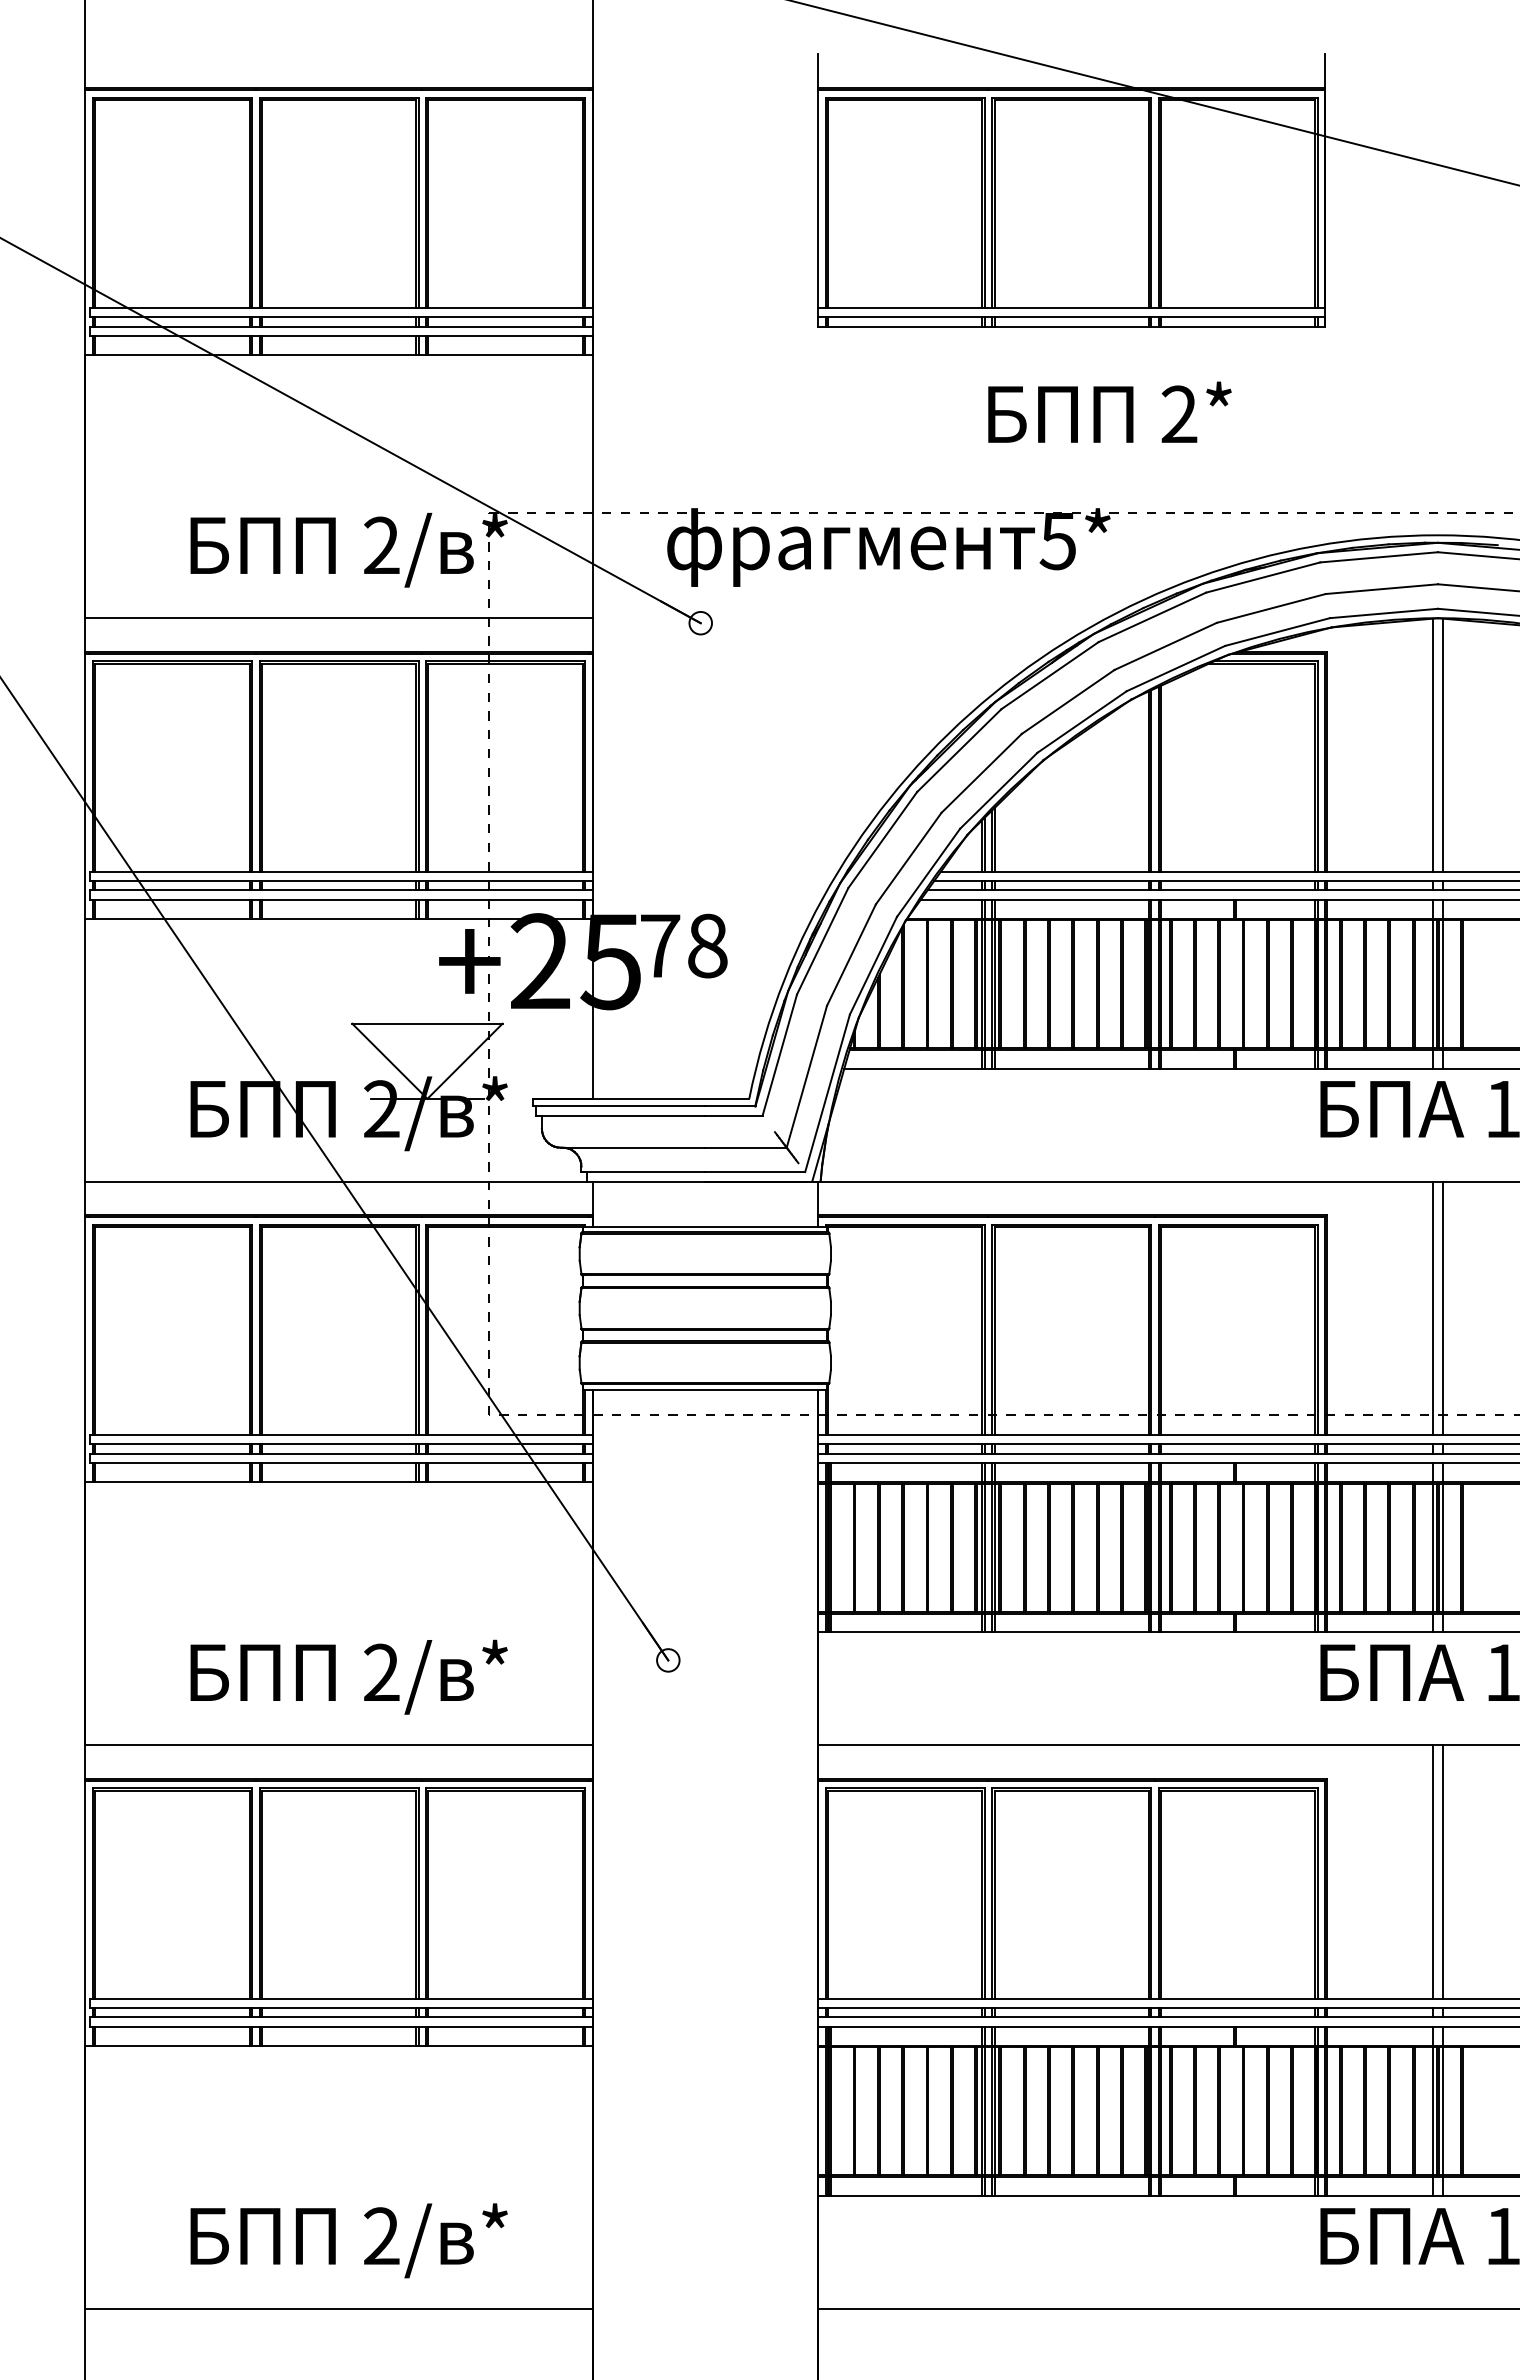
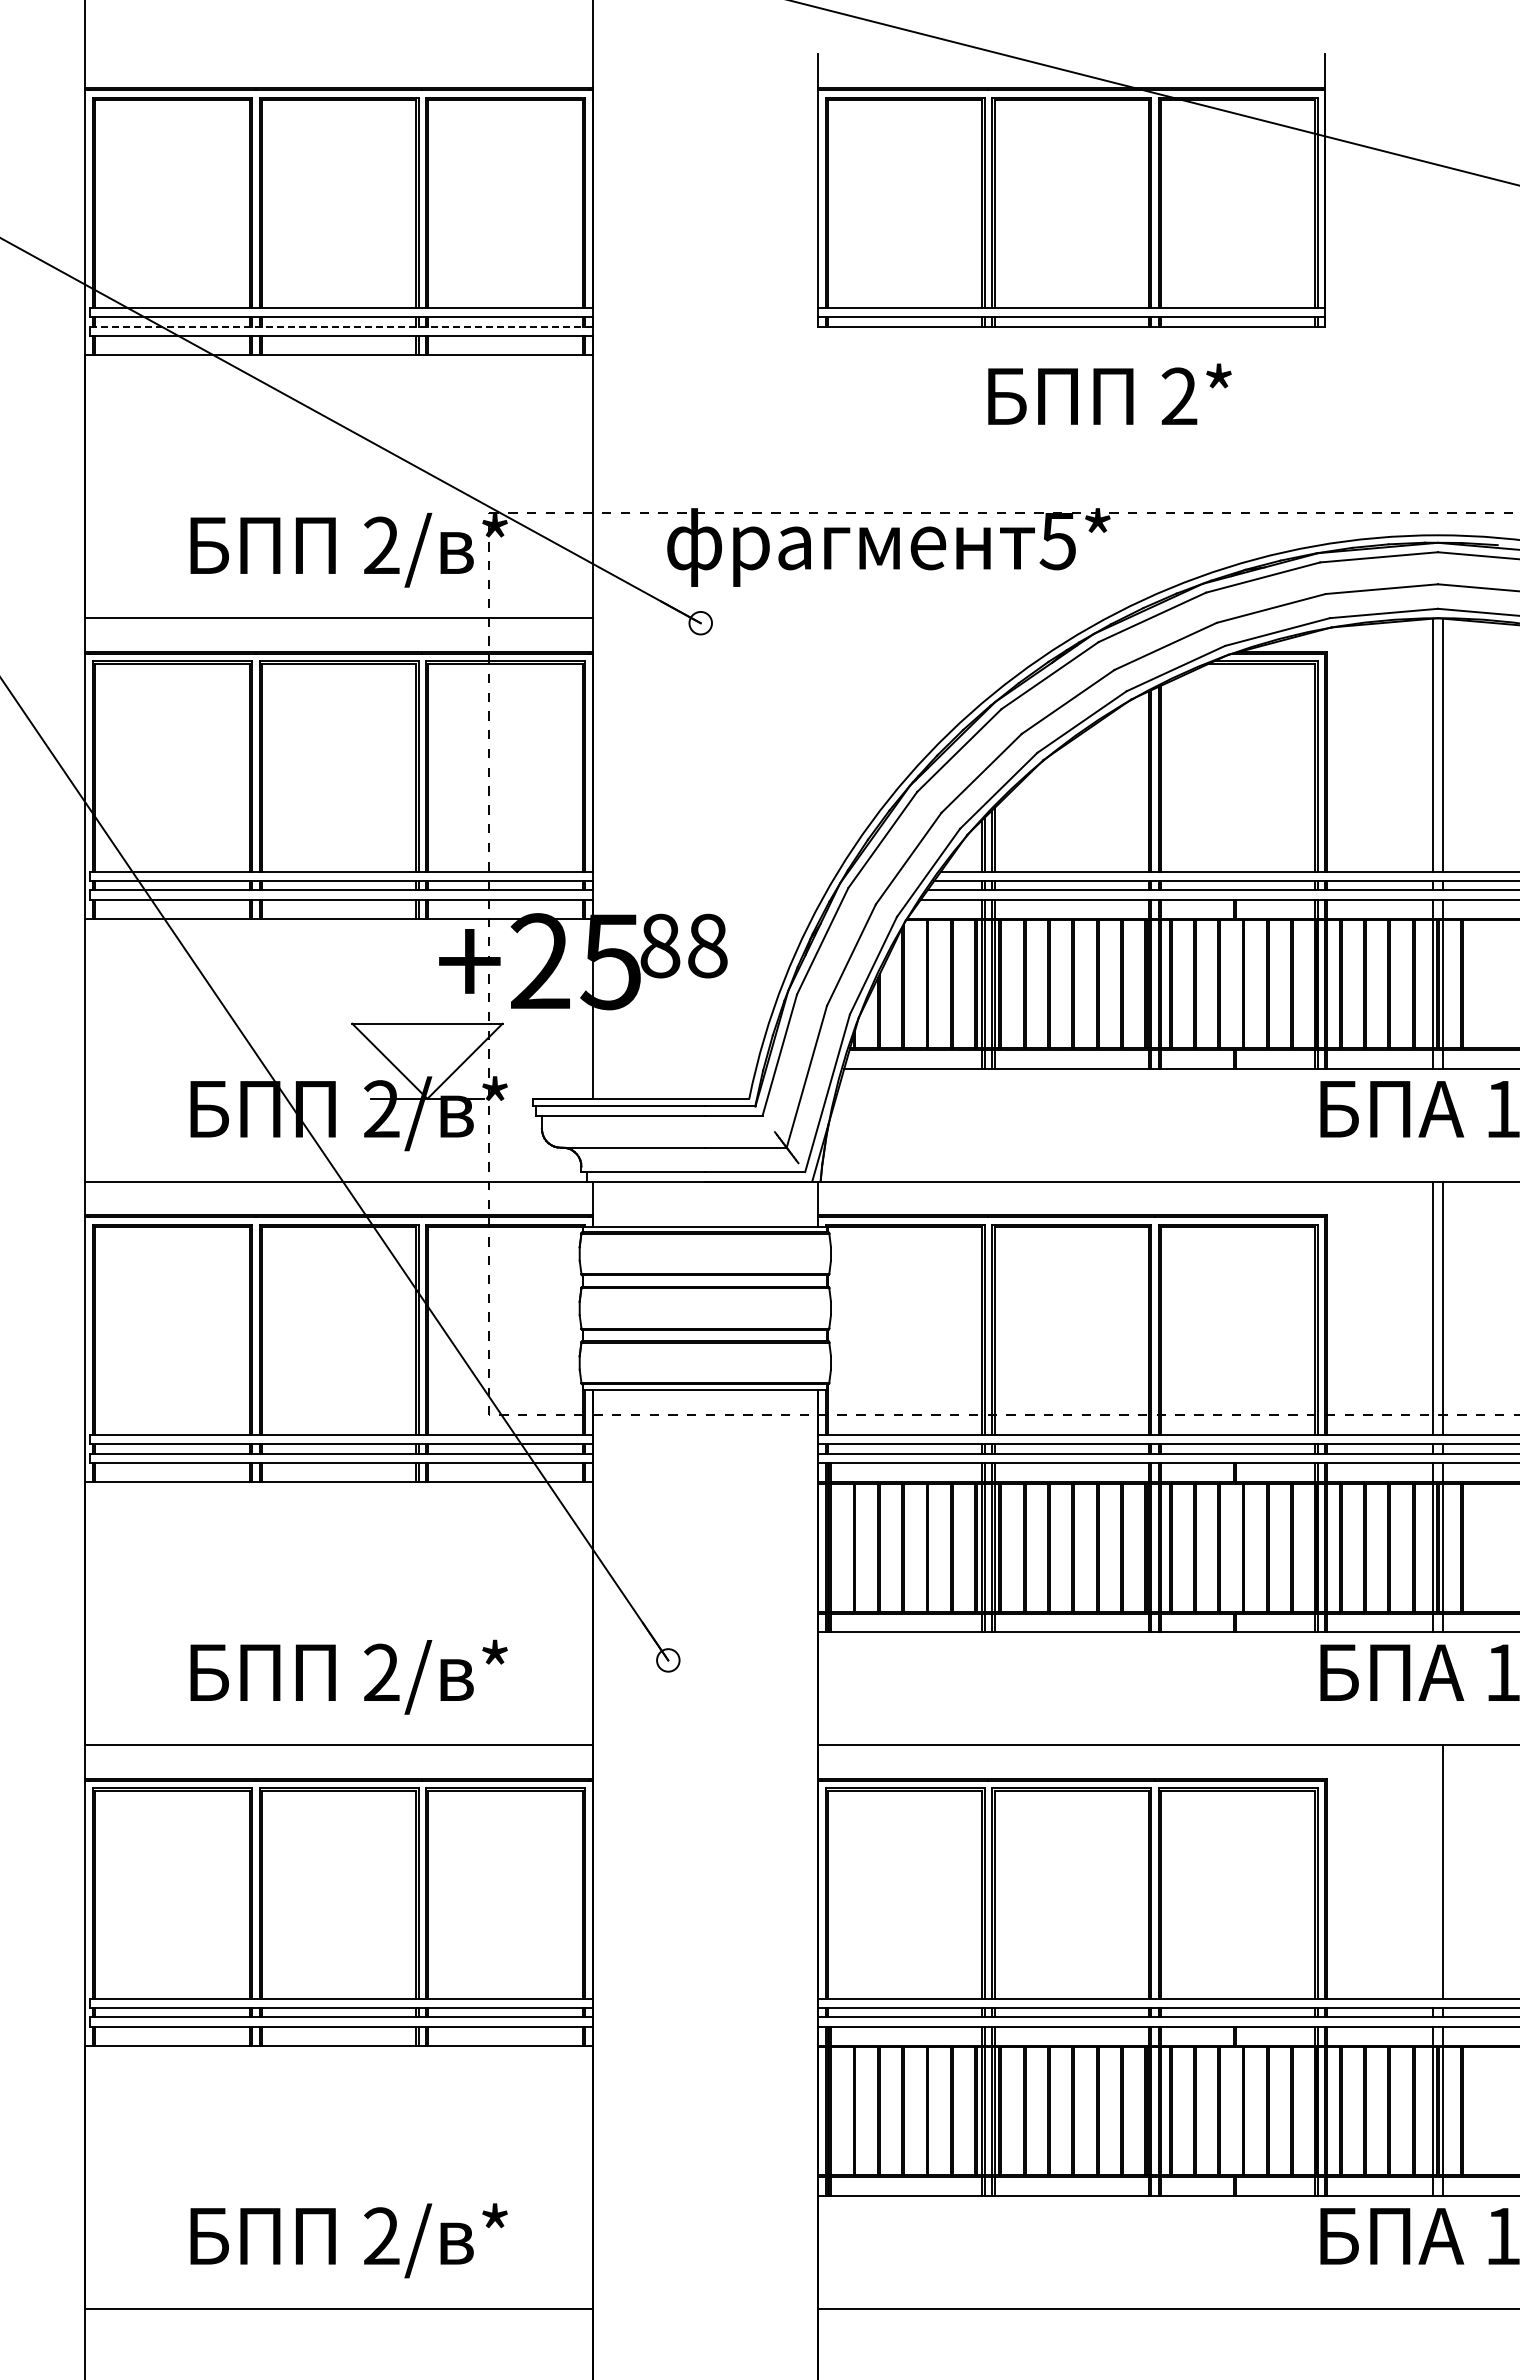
line at (341, 326): solid -> dashed
text at (1109, 411) position: (1109, 411) -> (1109, 393)
text at (660, 945): 78 -> 88
line at (1433, 1871): present -> none
